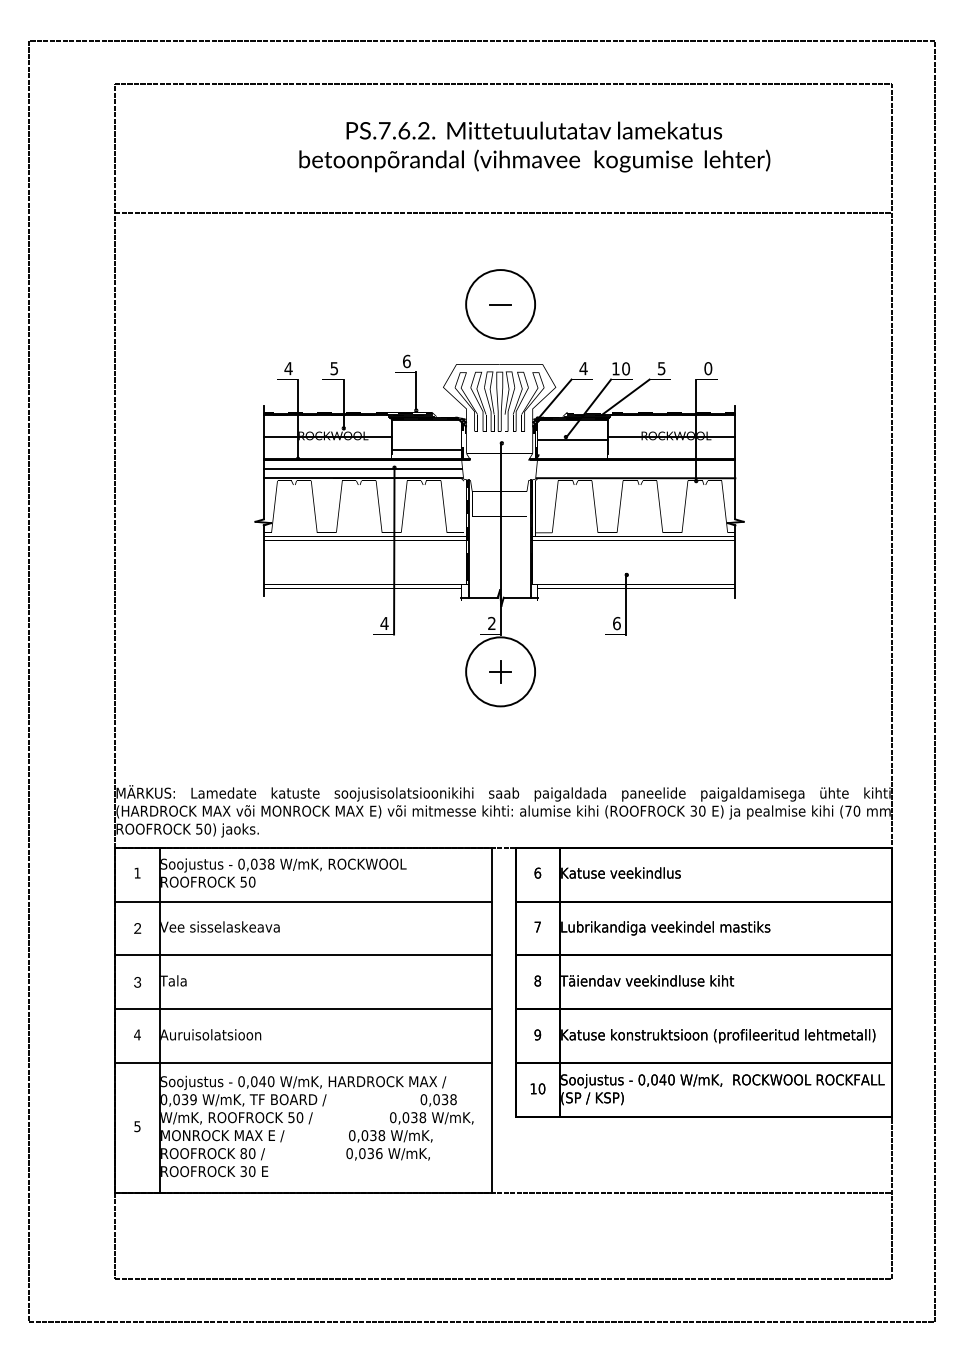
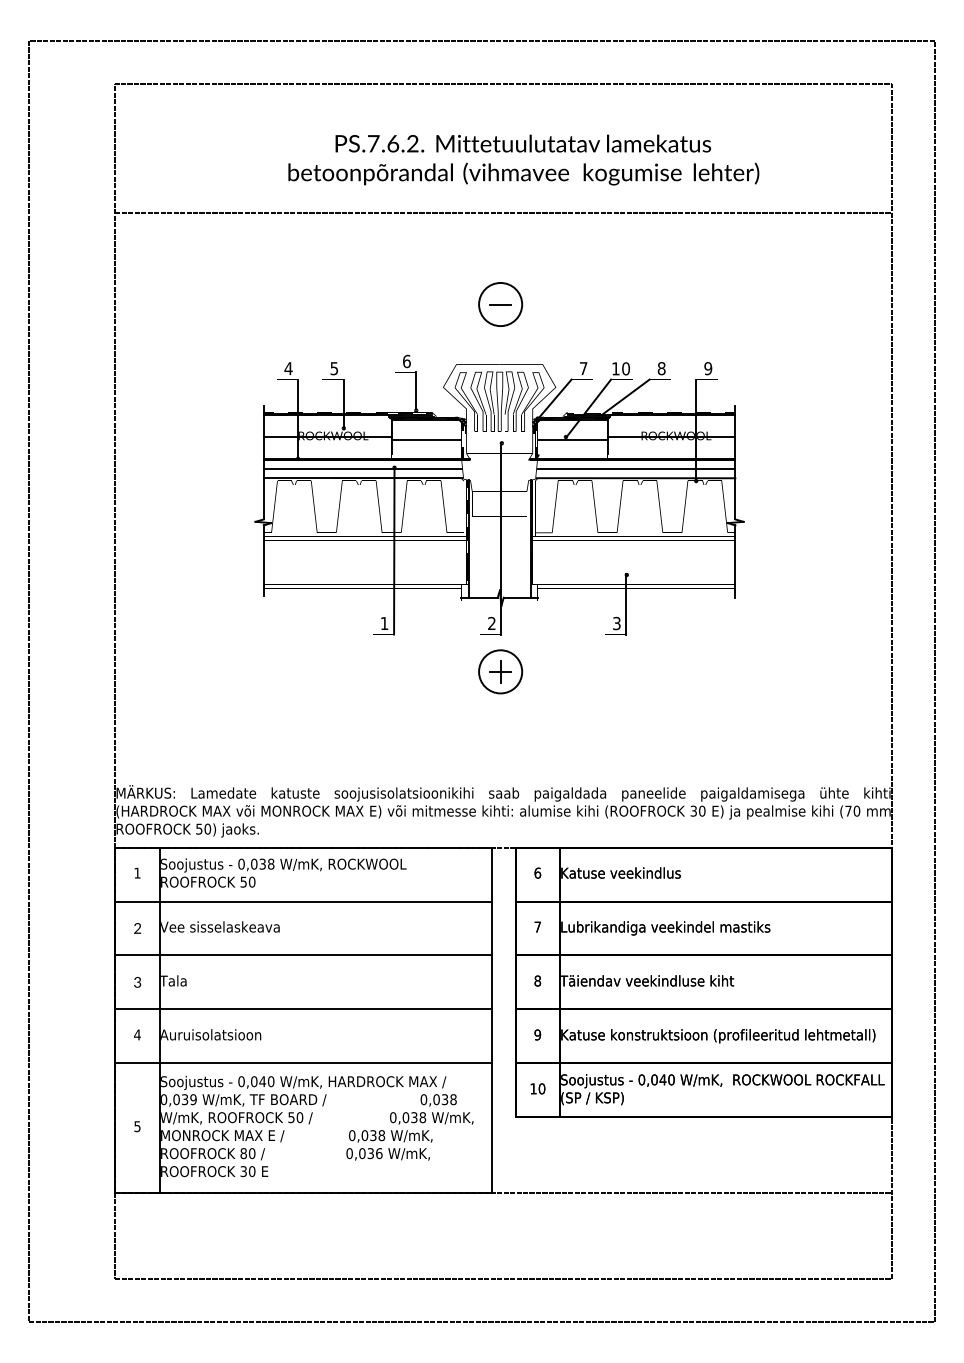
text at (534, 146) position: (534, 146) -> (523, 159)
circle at (500, 304) diameter: 69 px -> 43 px
text at (583, 368): 4 -> 7
text at (661, 368): 5 -> 8
text at (708, 368): 0 -> 9
line at (426, 450) position: (426, 450) -> (426, 440)
line at (636, 469): none -> present
text at (384, 623): 4 -> 1
text at (616, 623): 6 -> 3
circle at (500, 671) diameter: 69 px -> 43 px
